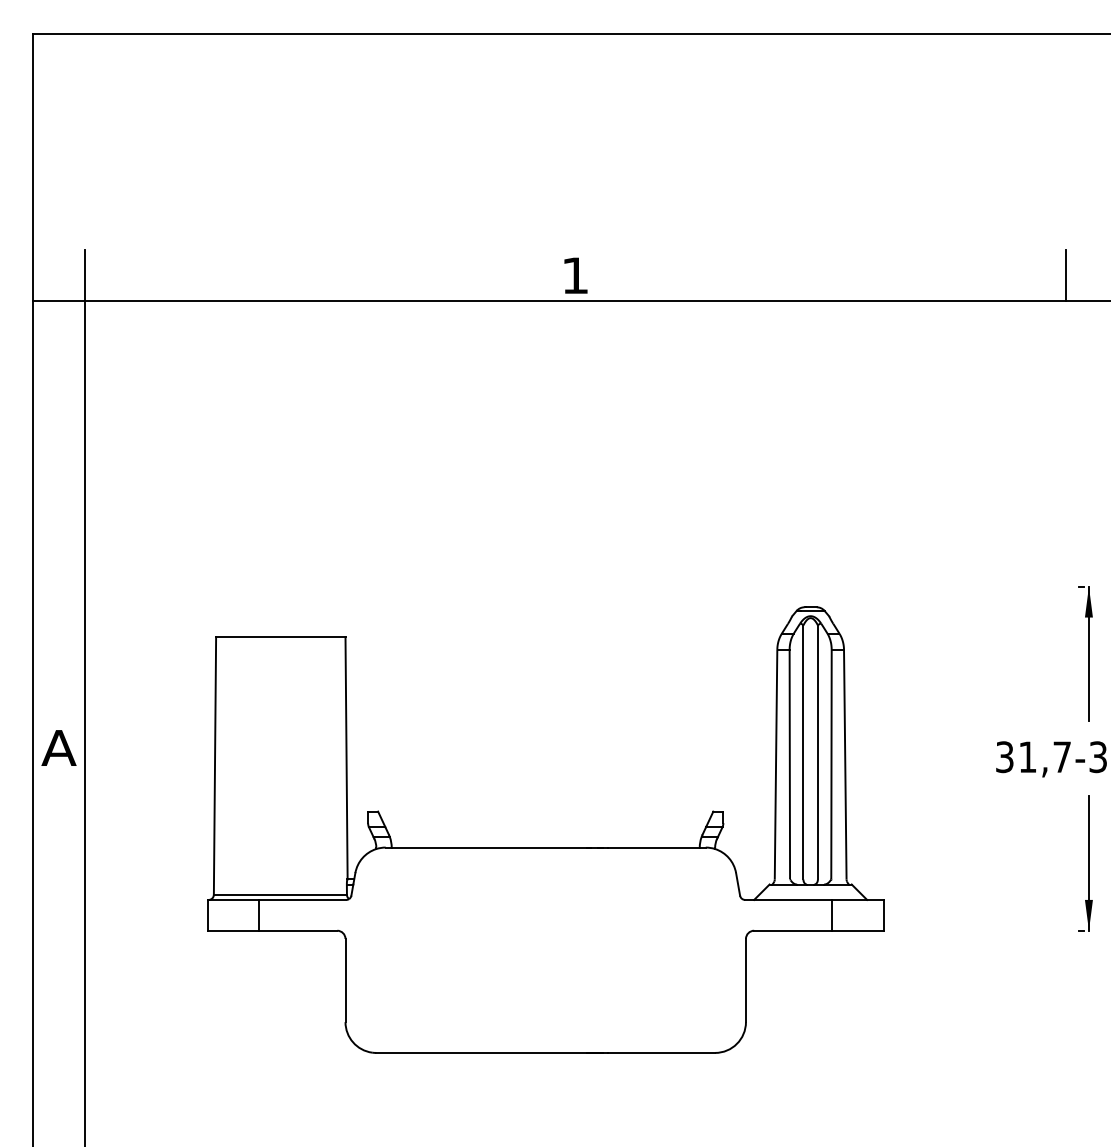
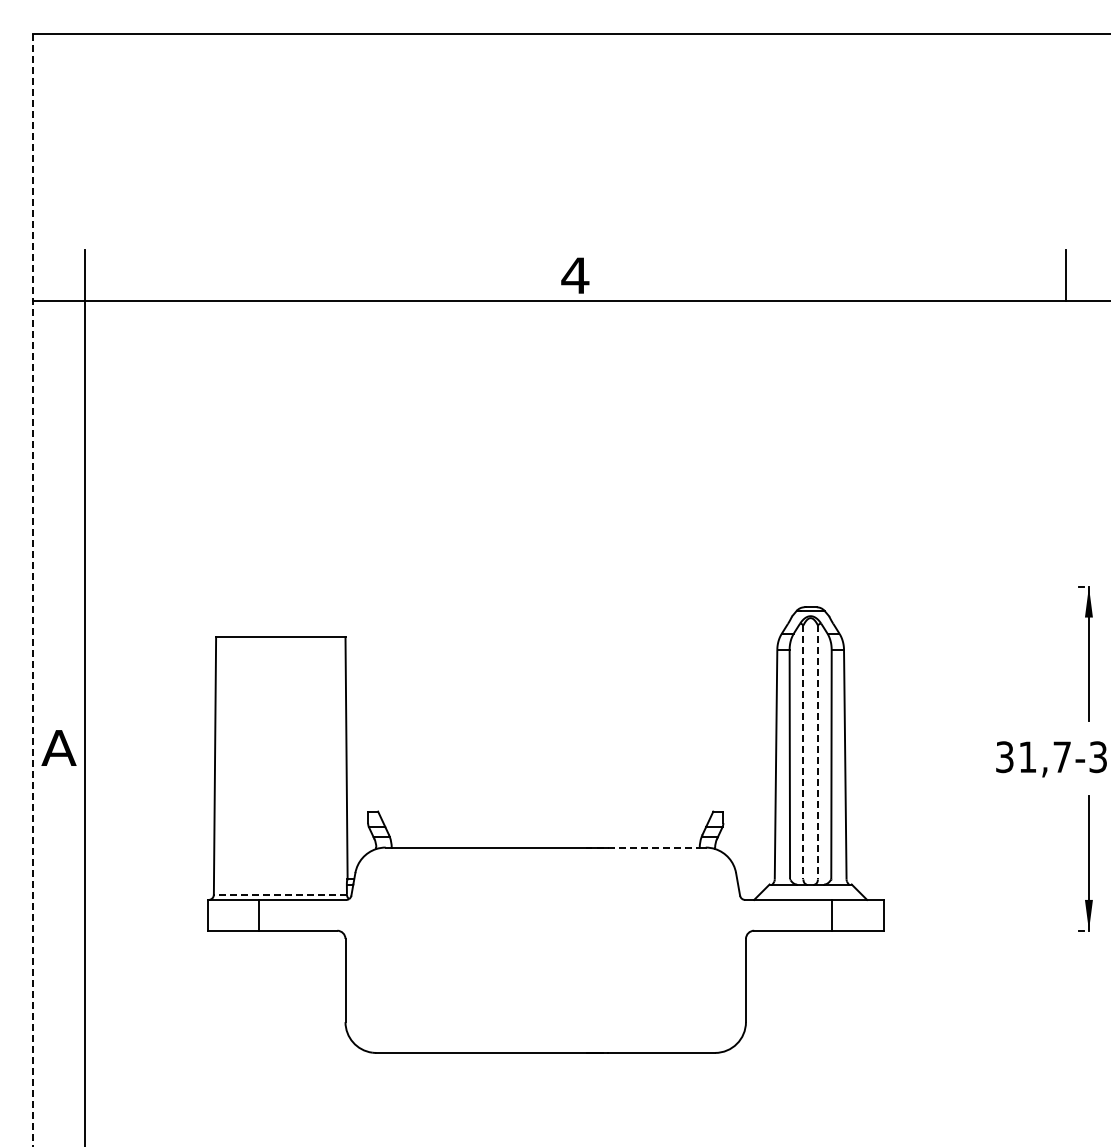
text at (575, 275): 1 -> 4
line at (33, 590): solid -> dashed
line at (803, 752): solid -> dashed
line at (817, 752): solid -> dashed
line at (653, 847): solid -> dashed
line at (280, 894): solid -> dashed
